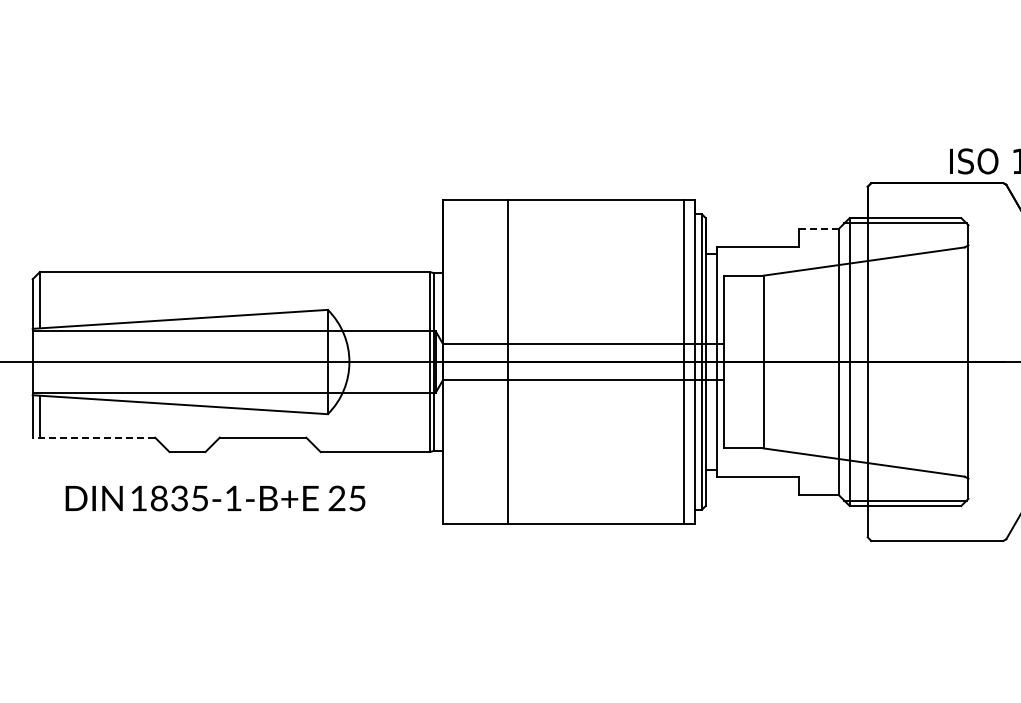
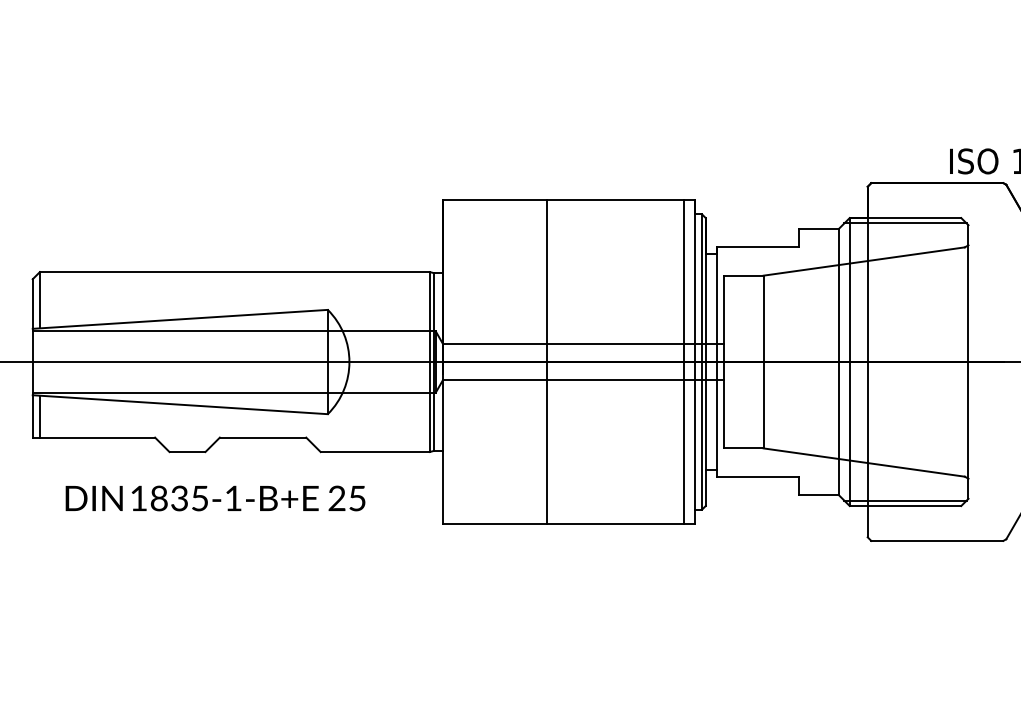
line at (819, 228): dashed -> solid
line at (508, 362) position: (508, 362) -> (547, 362)
line at (93, 437): dashed -> solid
